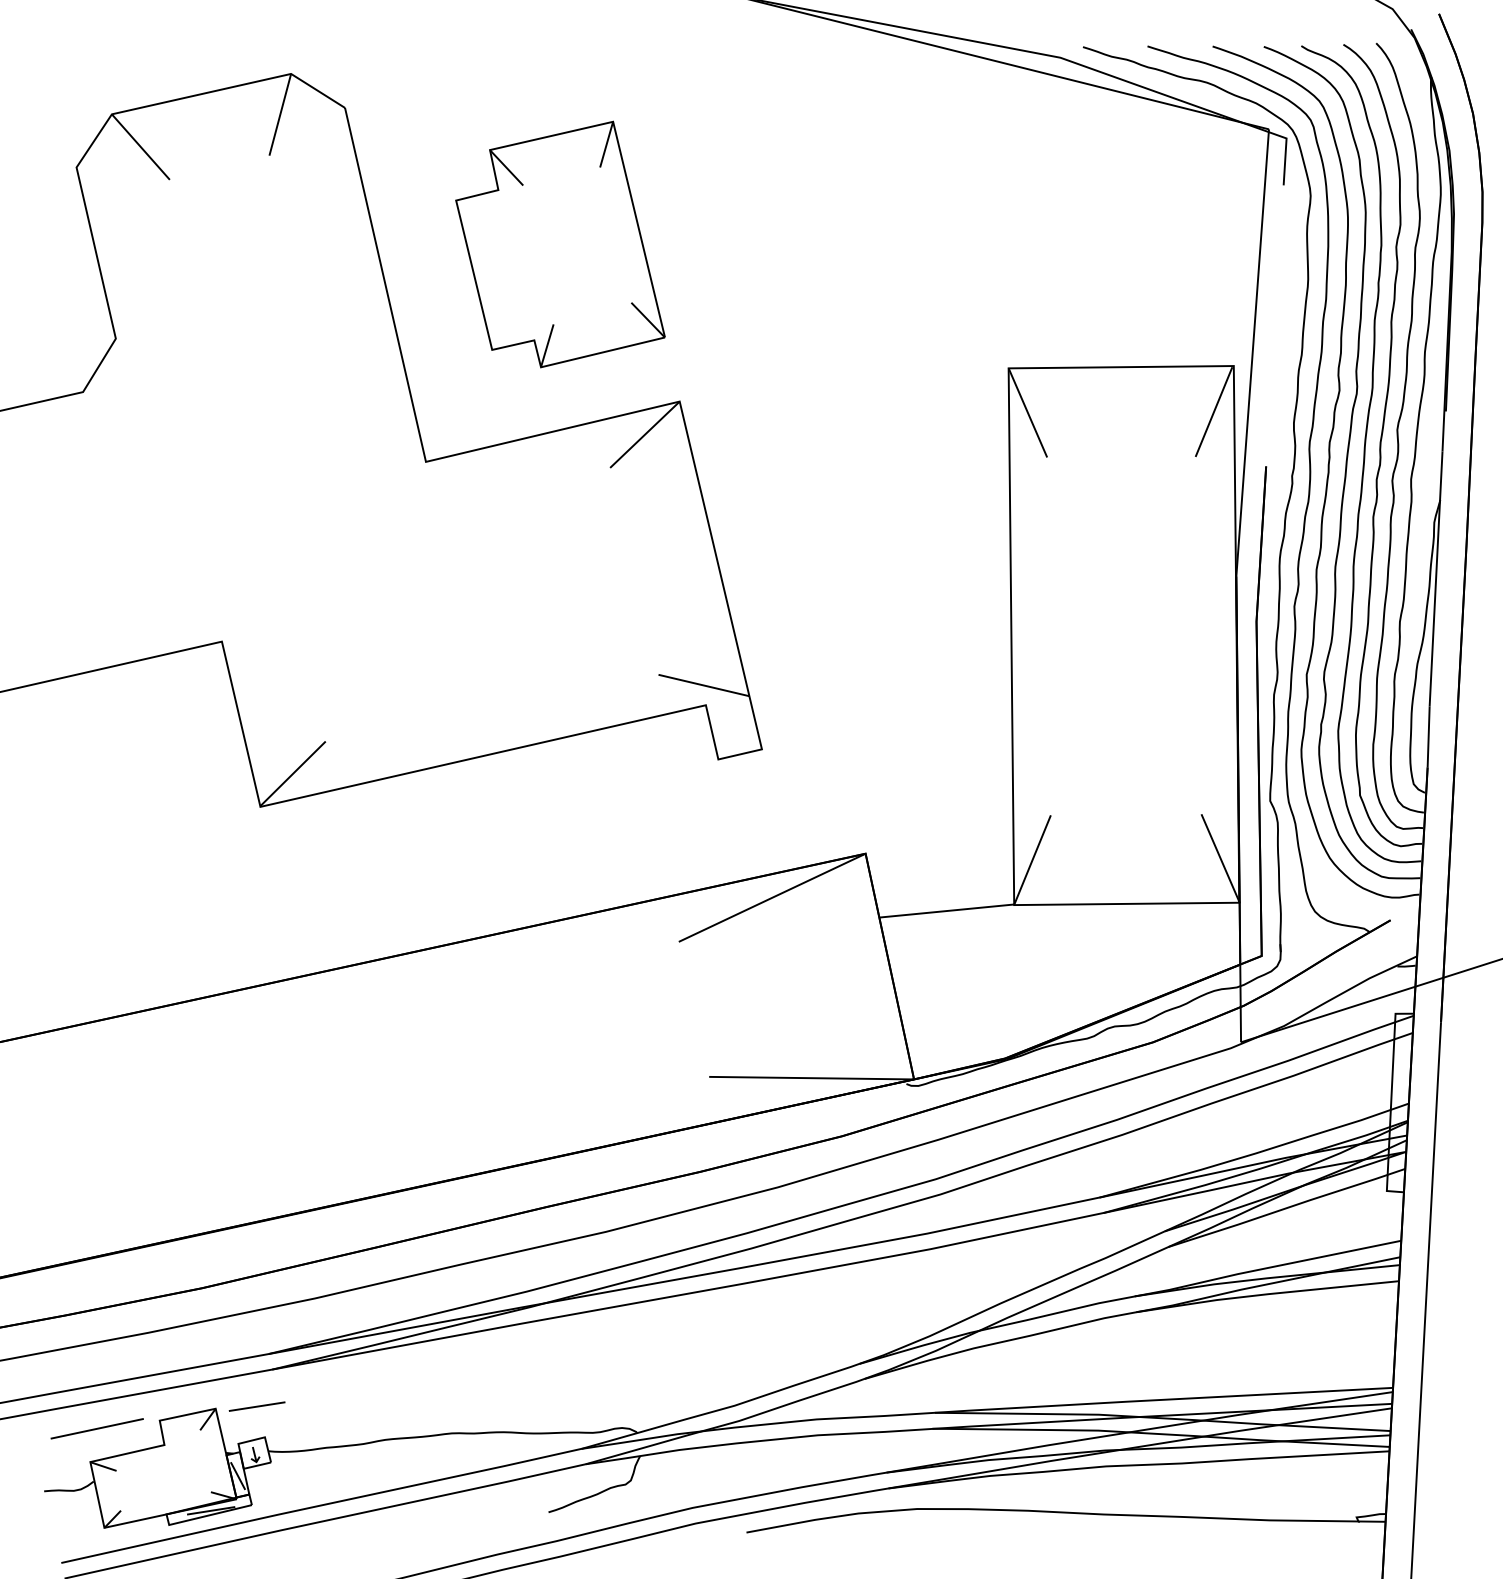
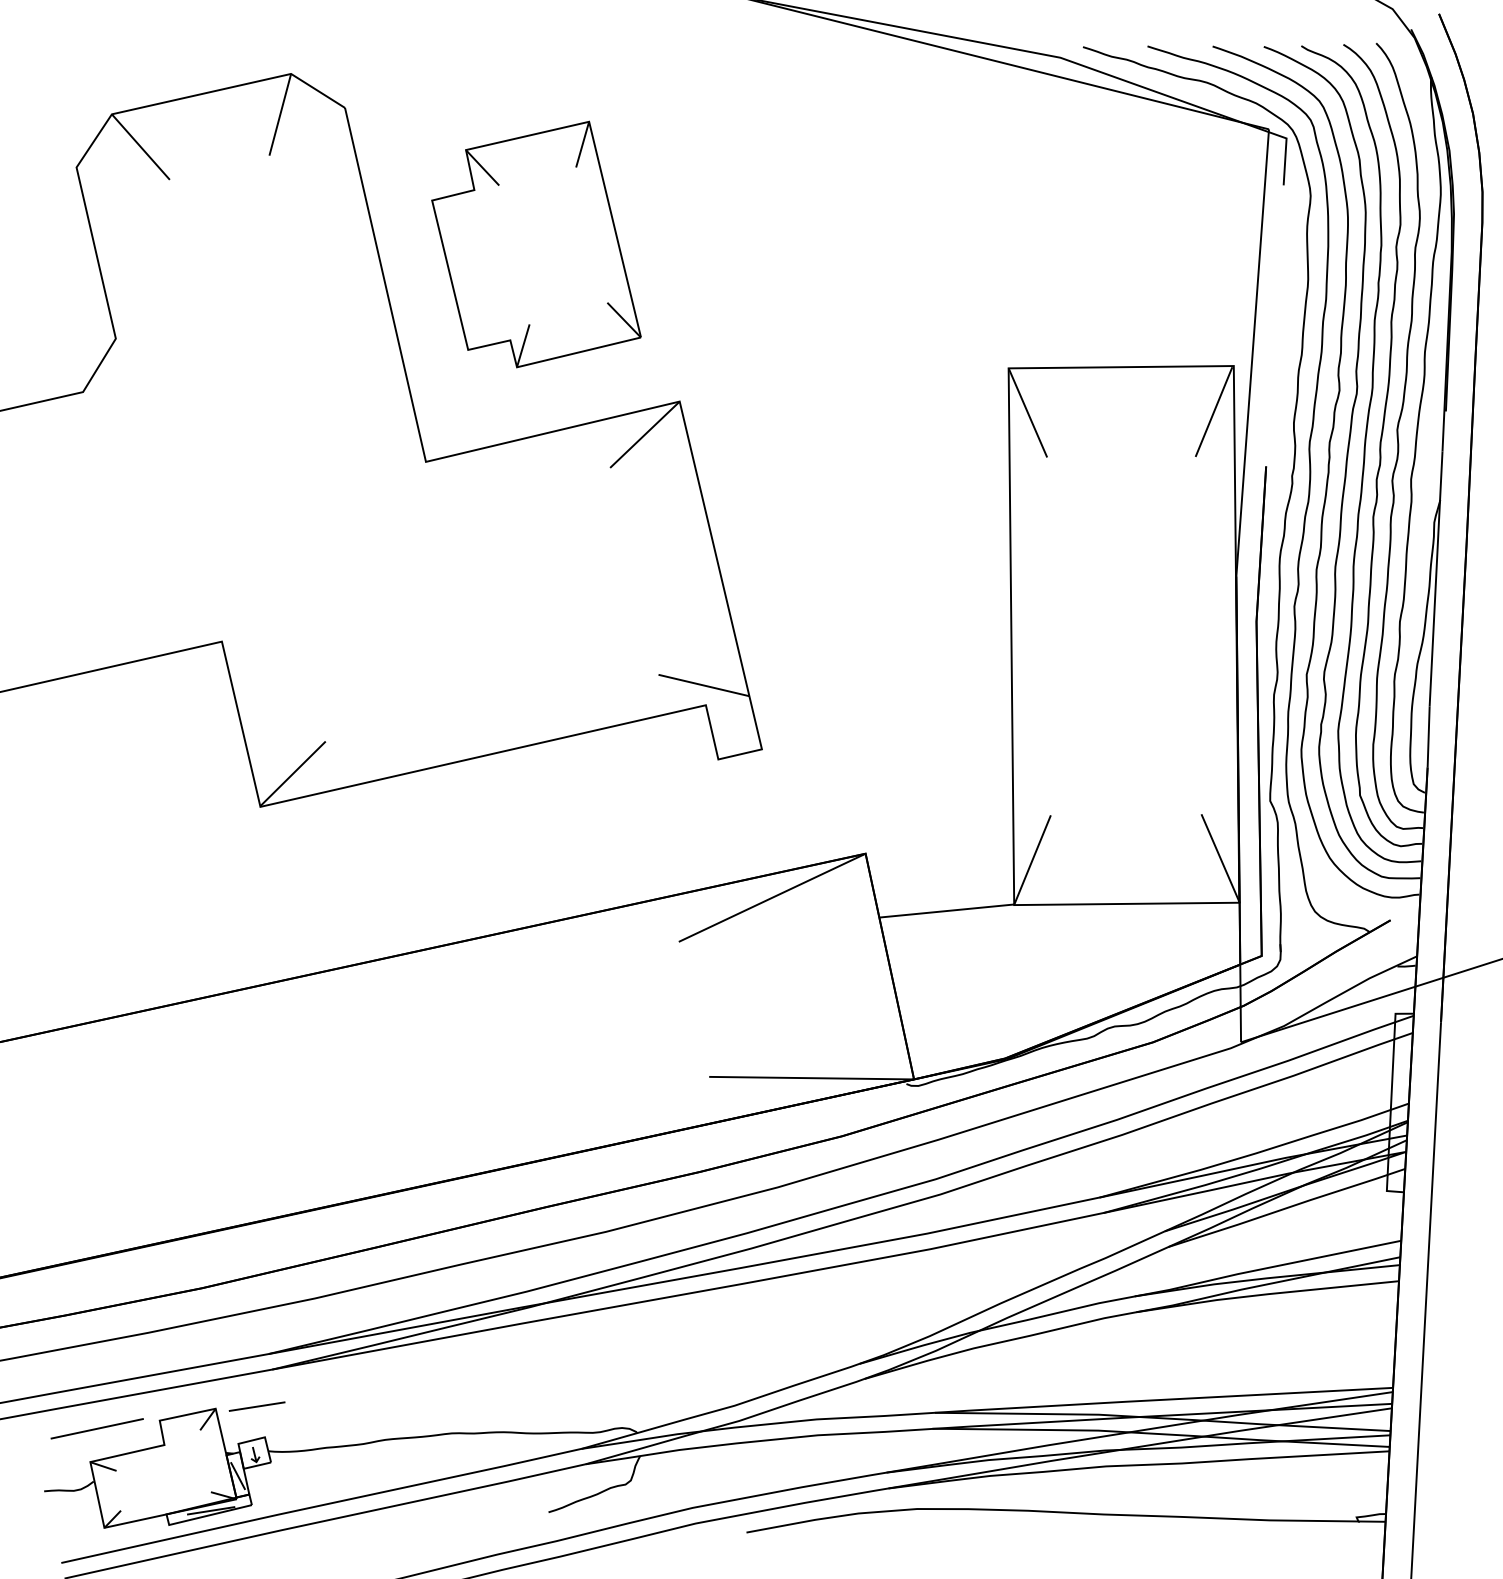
part at (560, 244) position: (560, 244) -> (536, 244)
